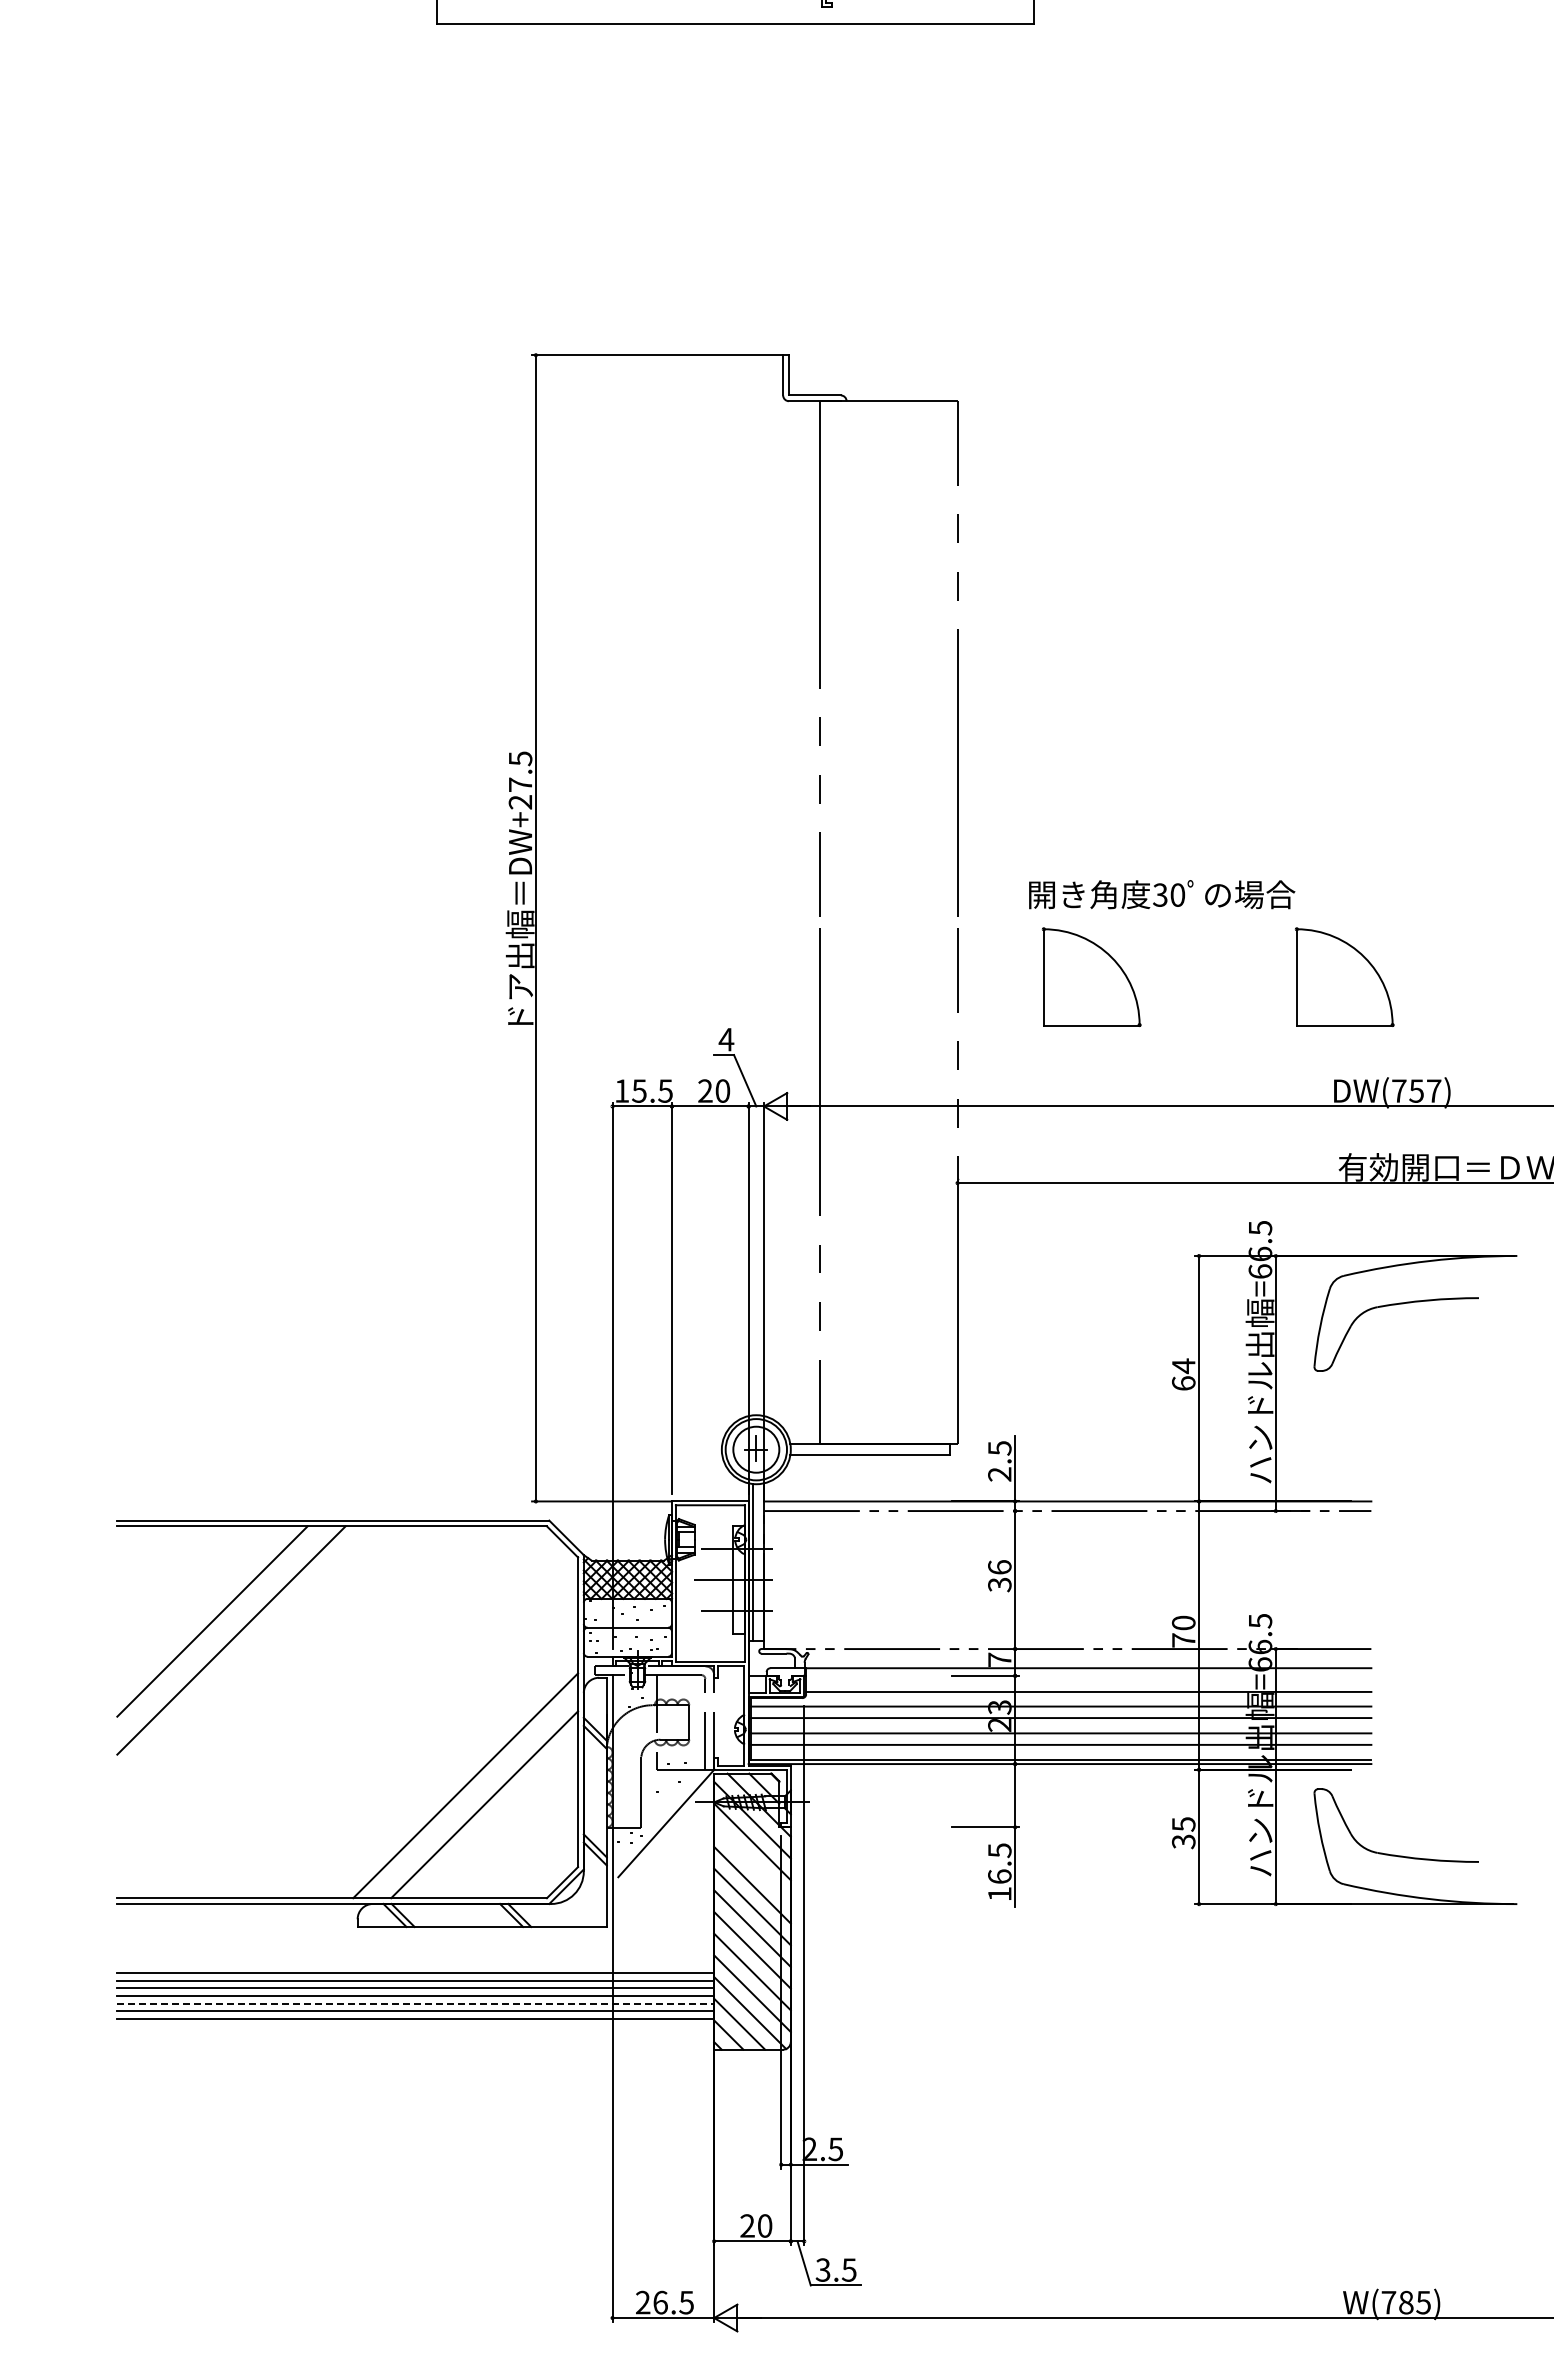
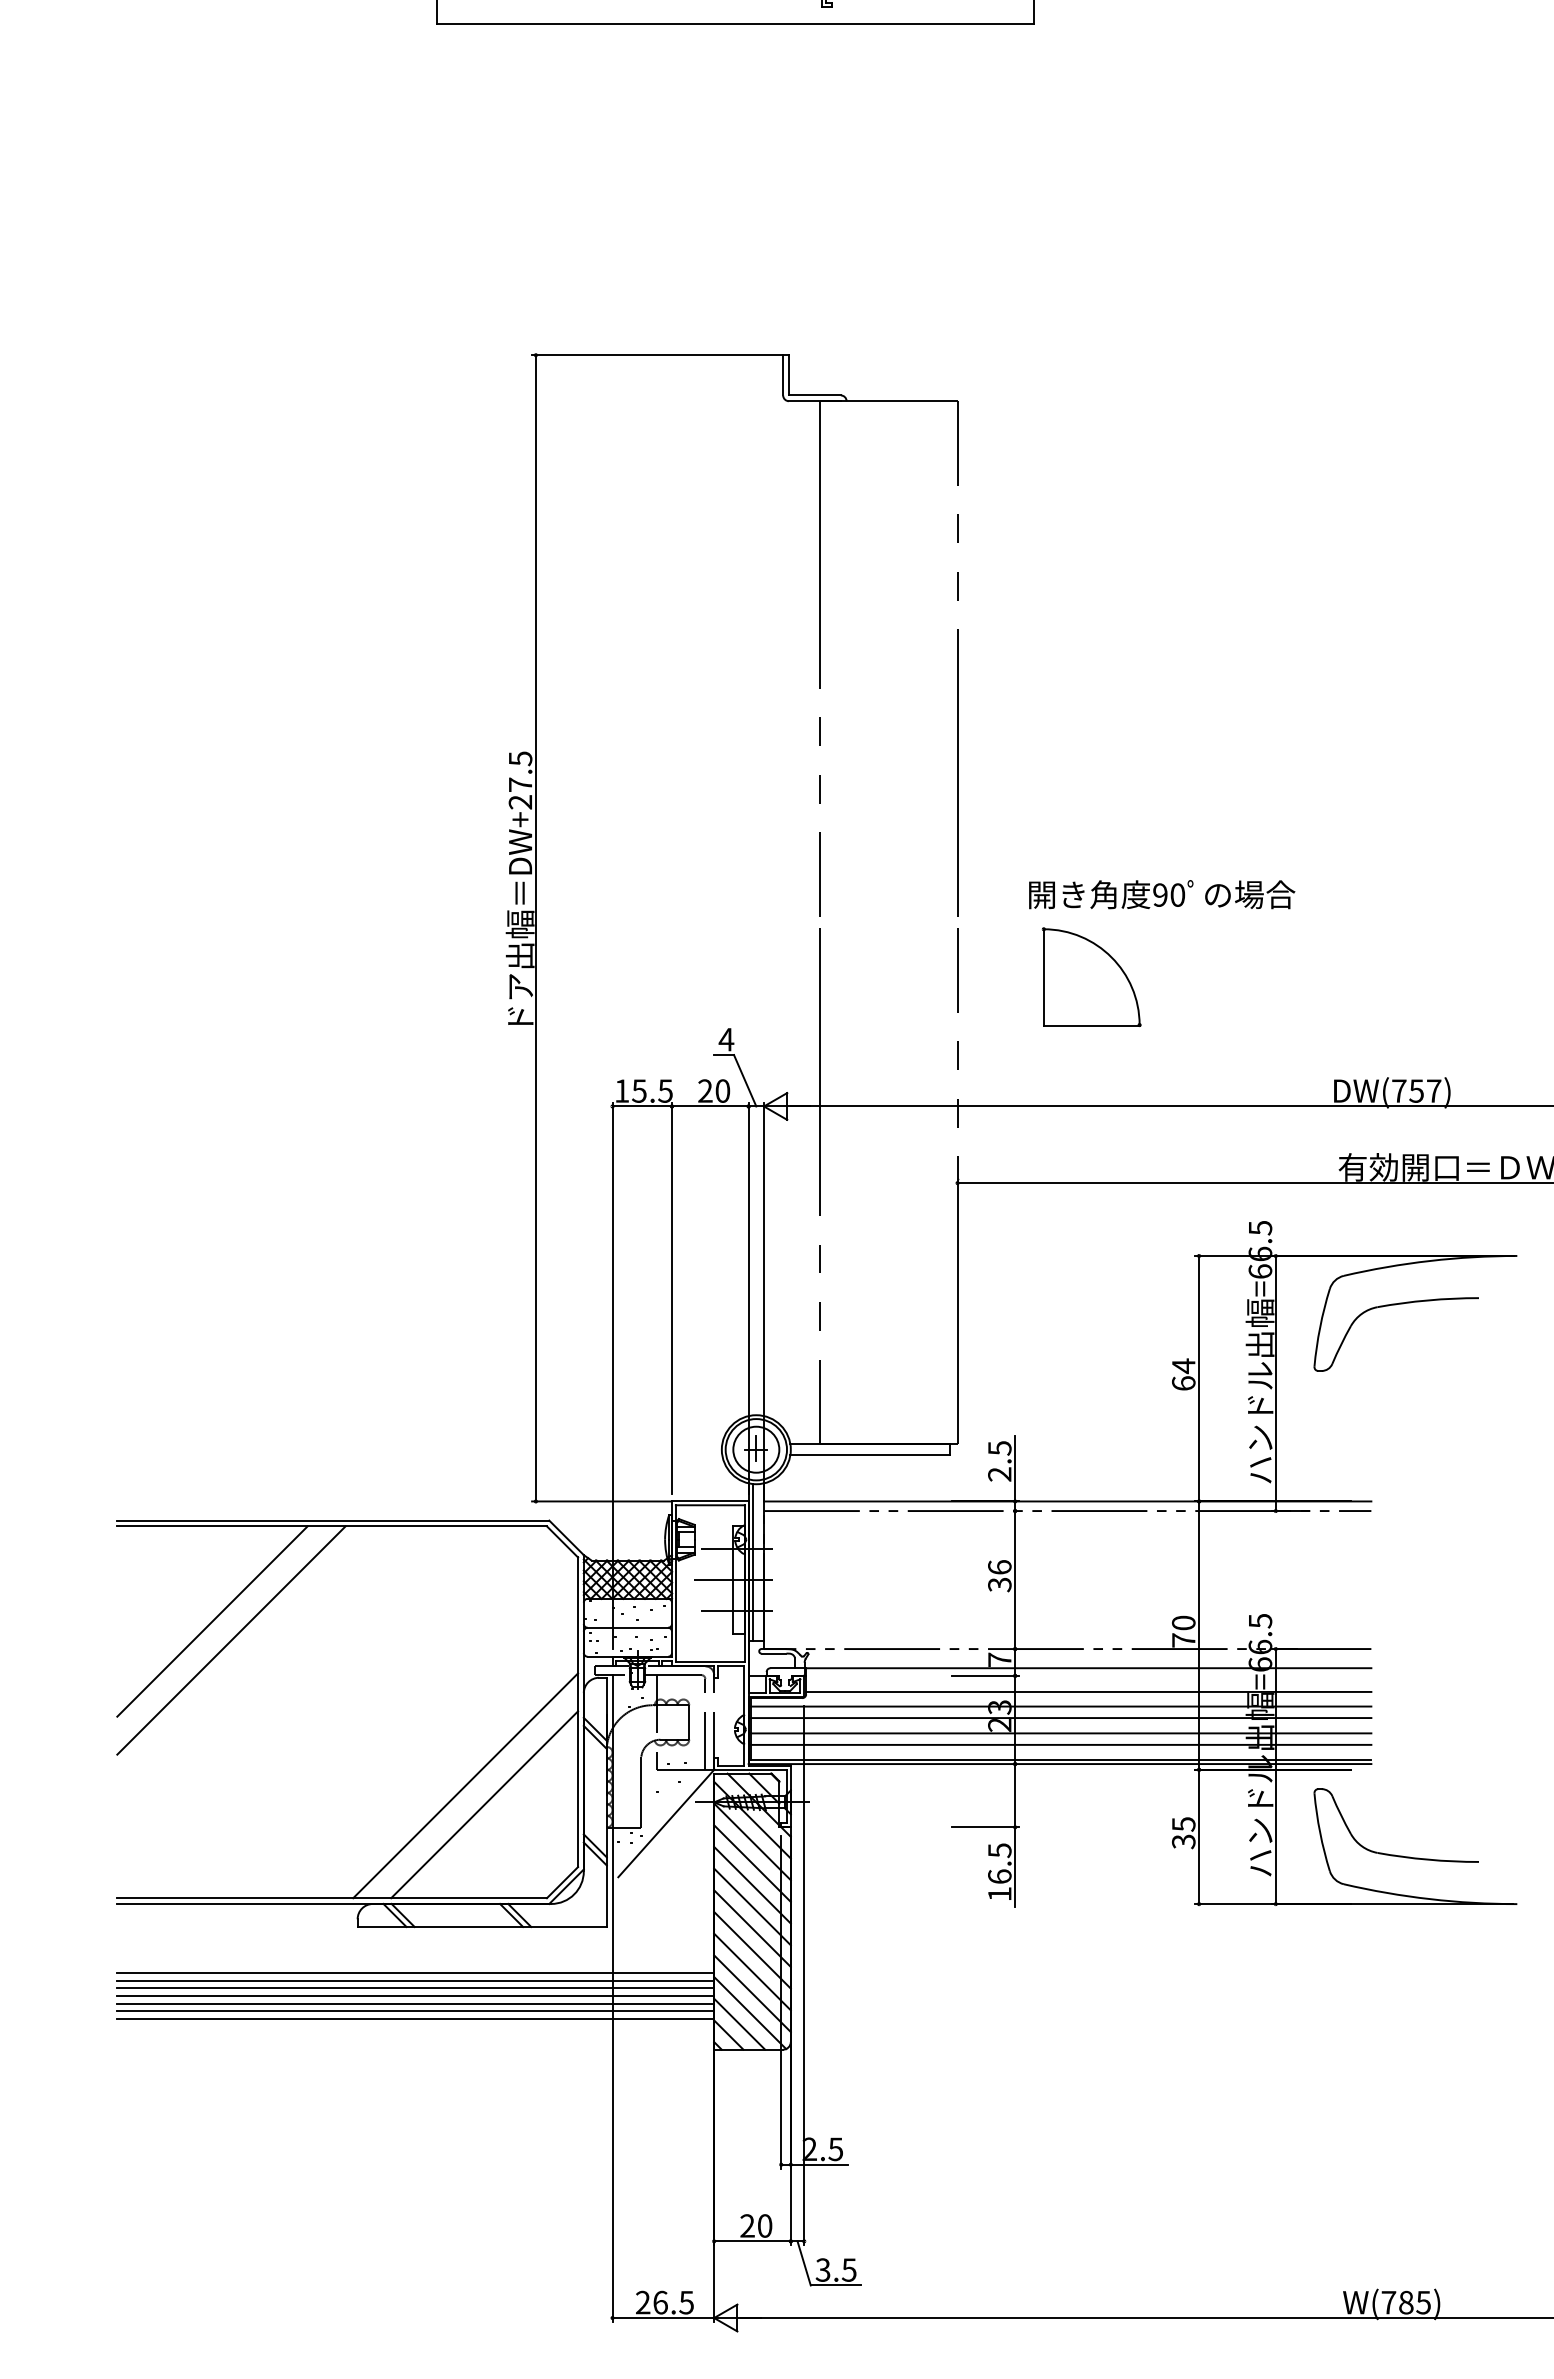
text at (1160, 894): 30 -> 90
part at (1344, 976): present -> none
line at (752, 1863): none -> present
line at (416, 2003): dashed -> solid
